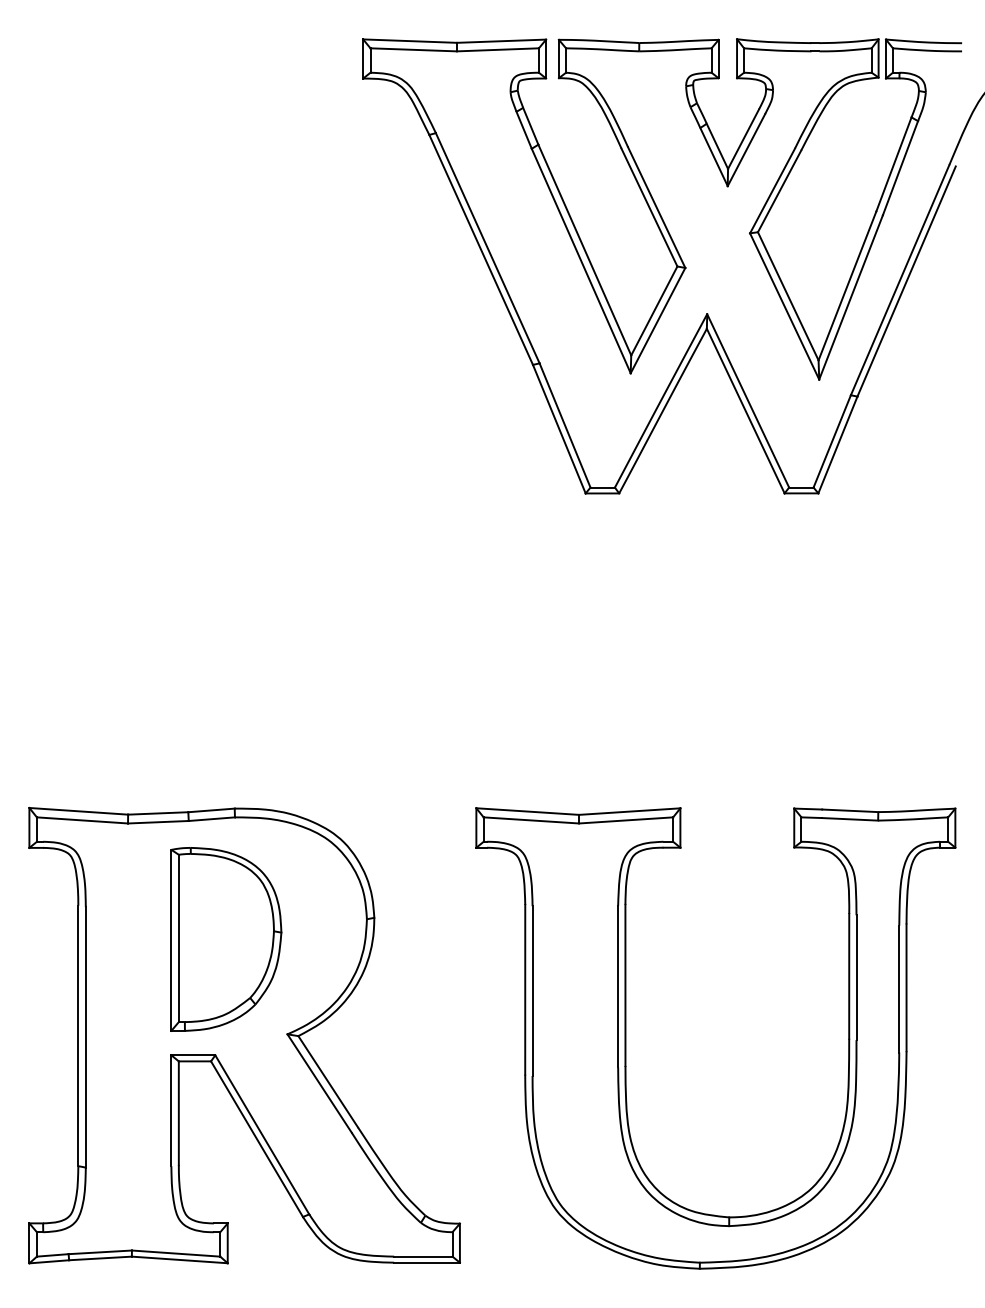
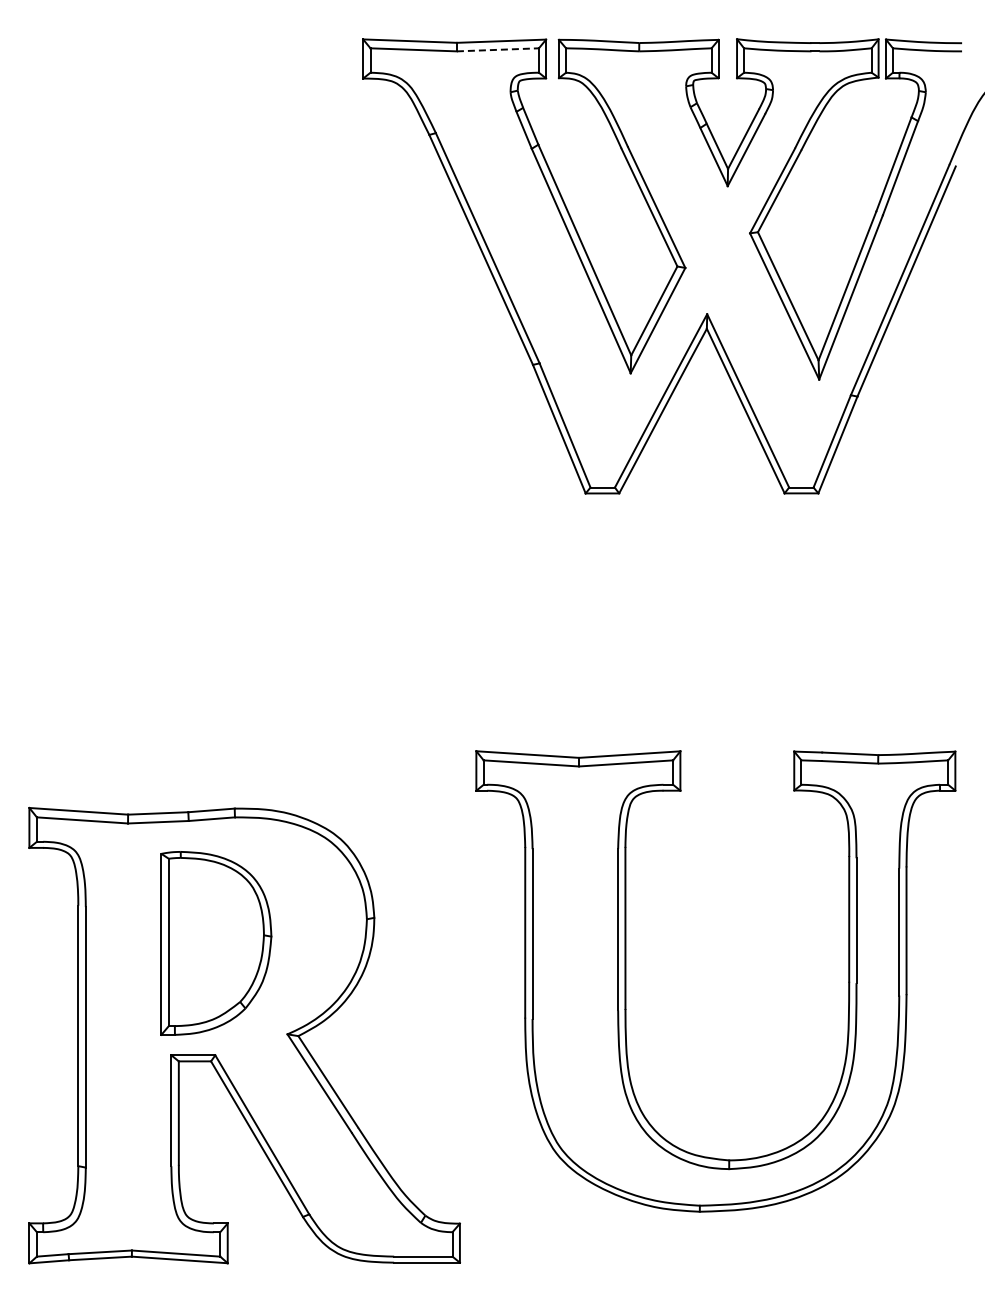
line at (498, 49): solid -> dashed
part at (226, 939) position: (226, 939) -> (216, 943)
part at (626, 1038) position: (626, 1038) -> (626, 981)
